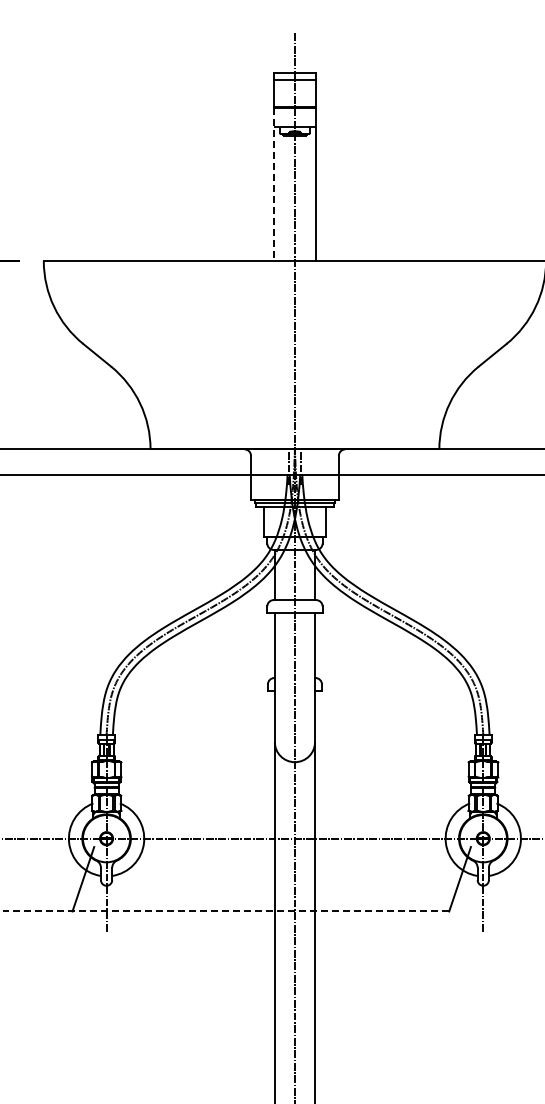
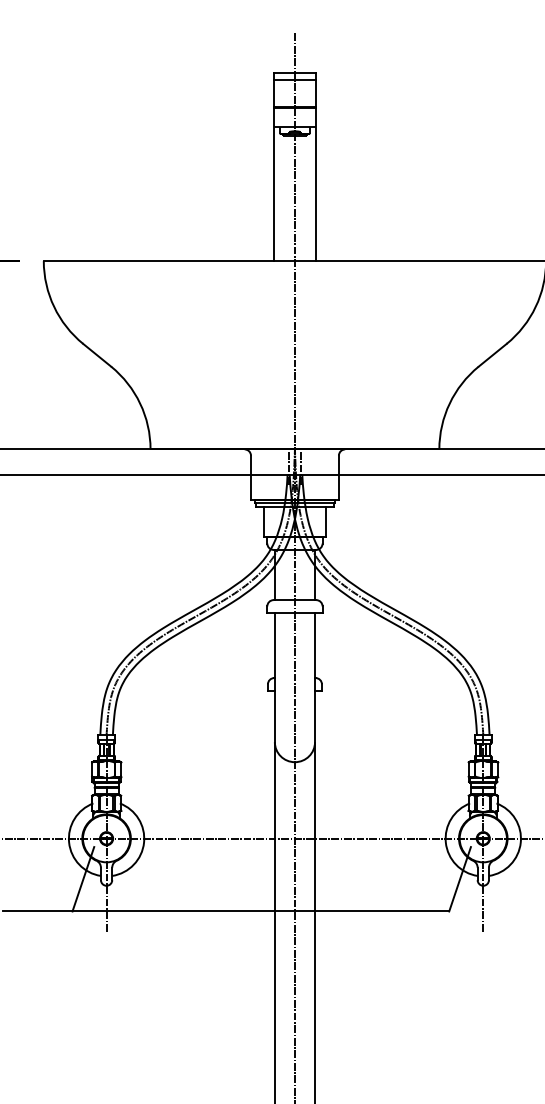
line at (273, 184): dashed -> solid
line at (225, 911): dashed -> solid
